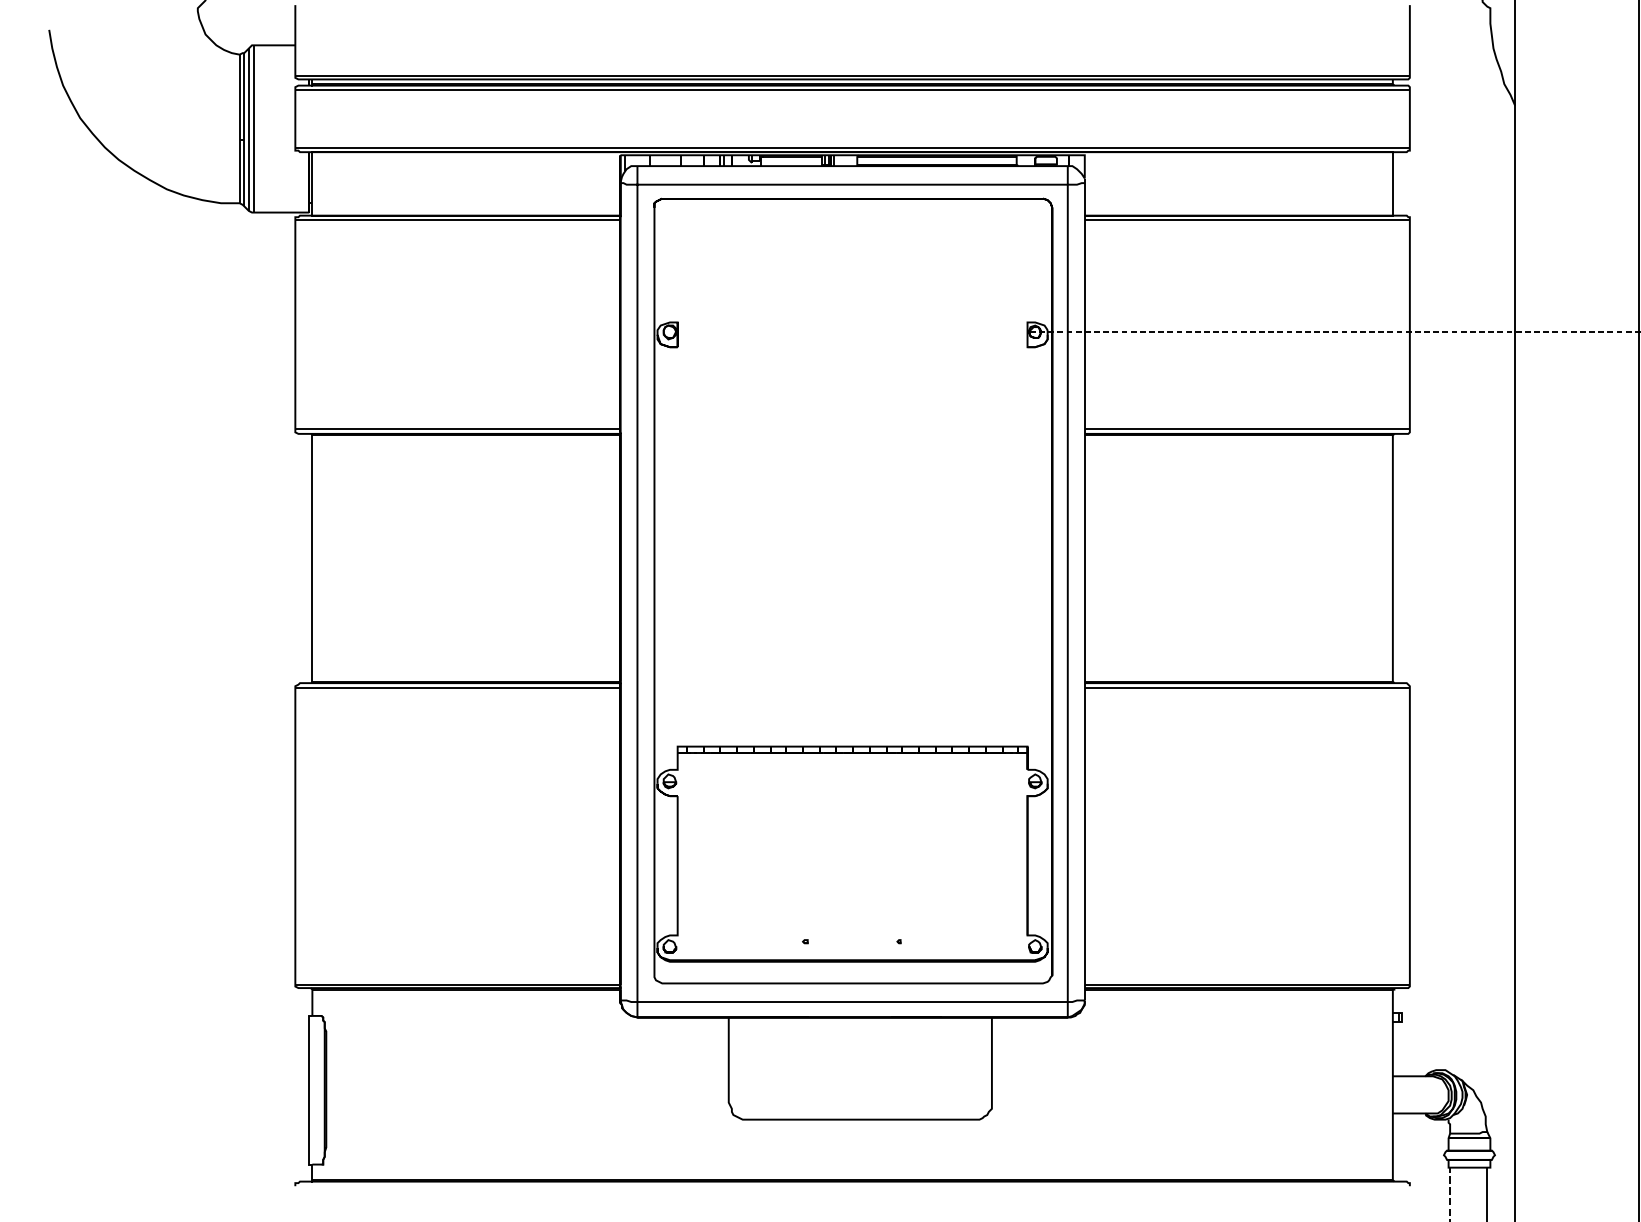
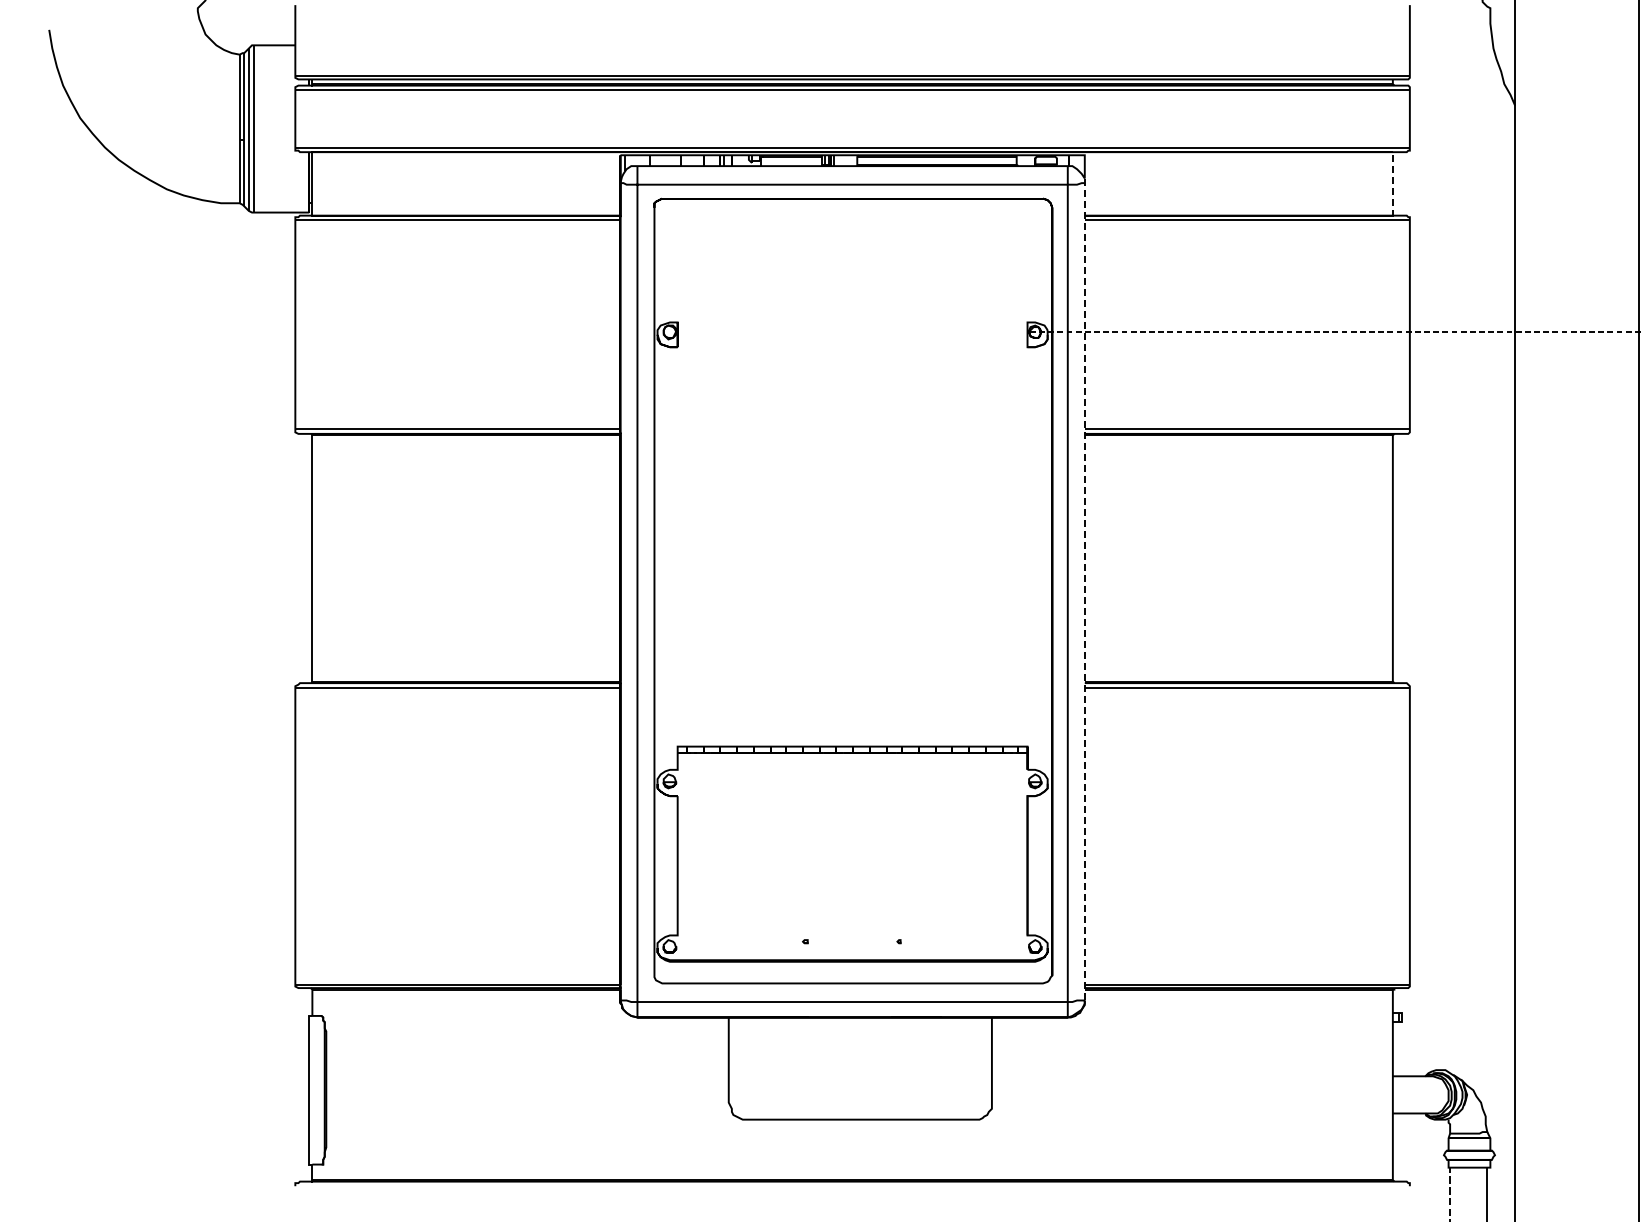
line at (1392, 183): solid -> dashed
line at (1084, 588): solid -> dashed
